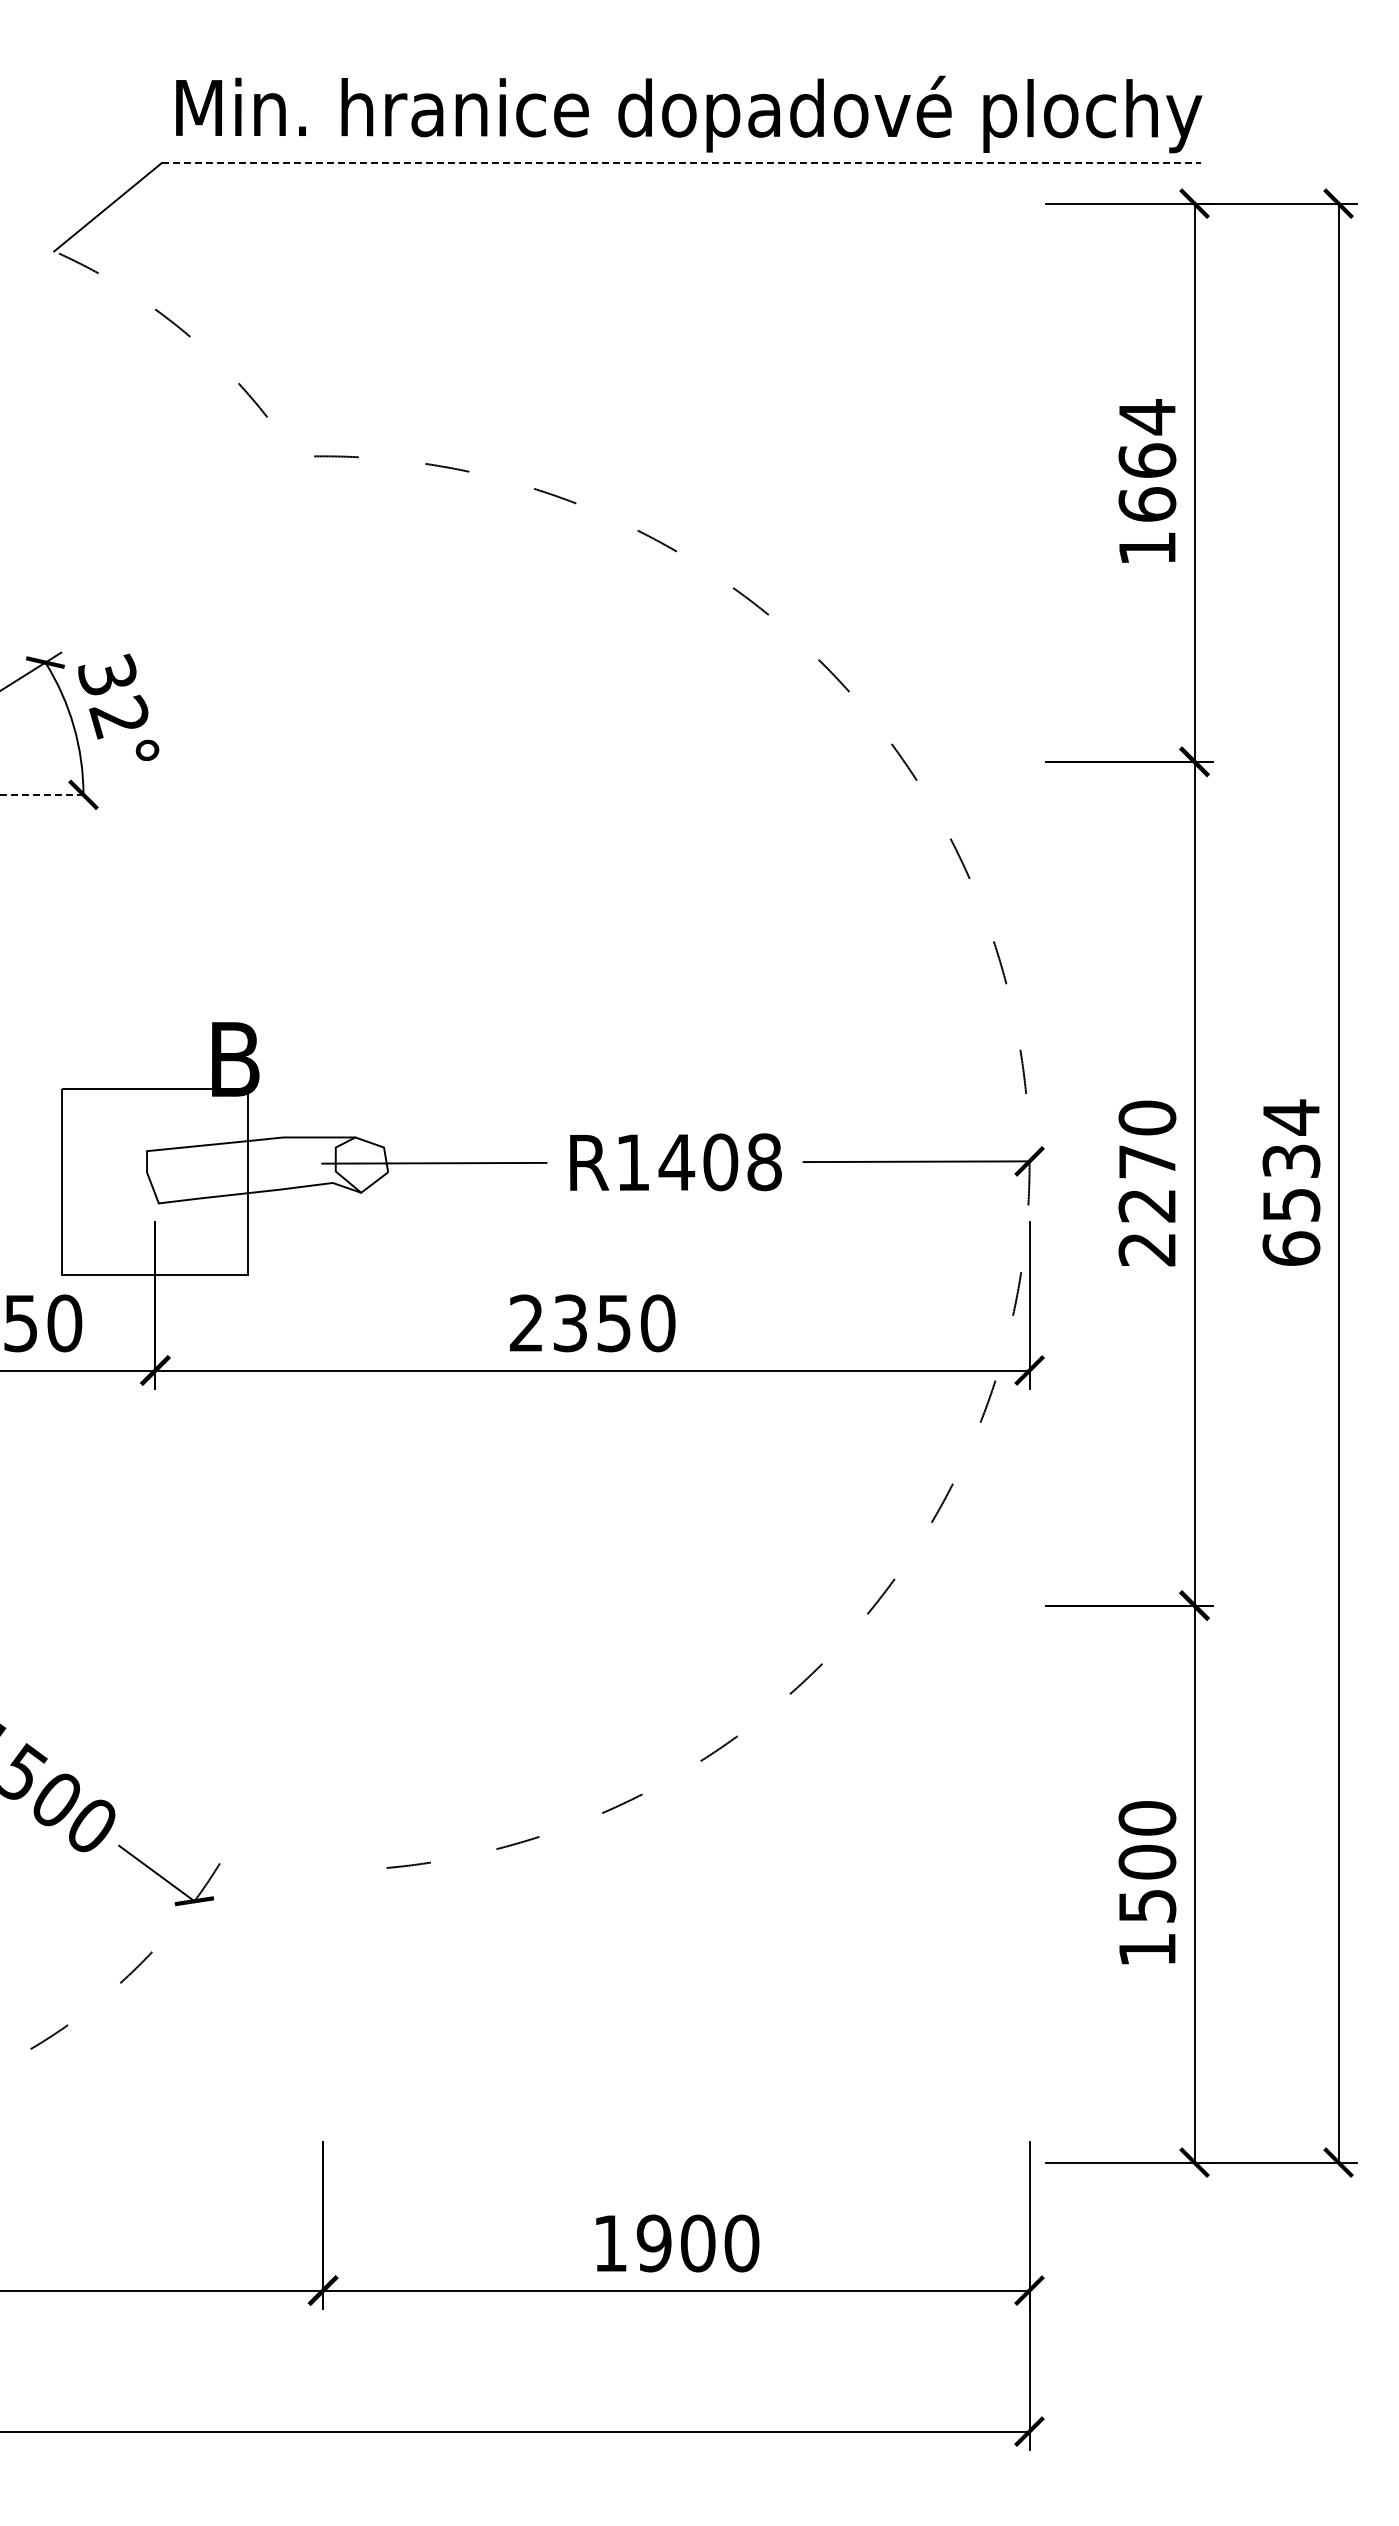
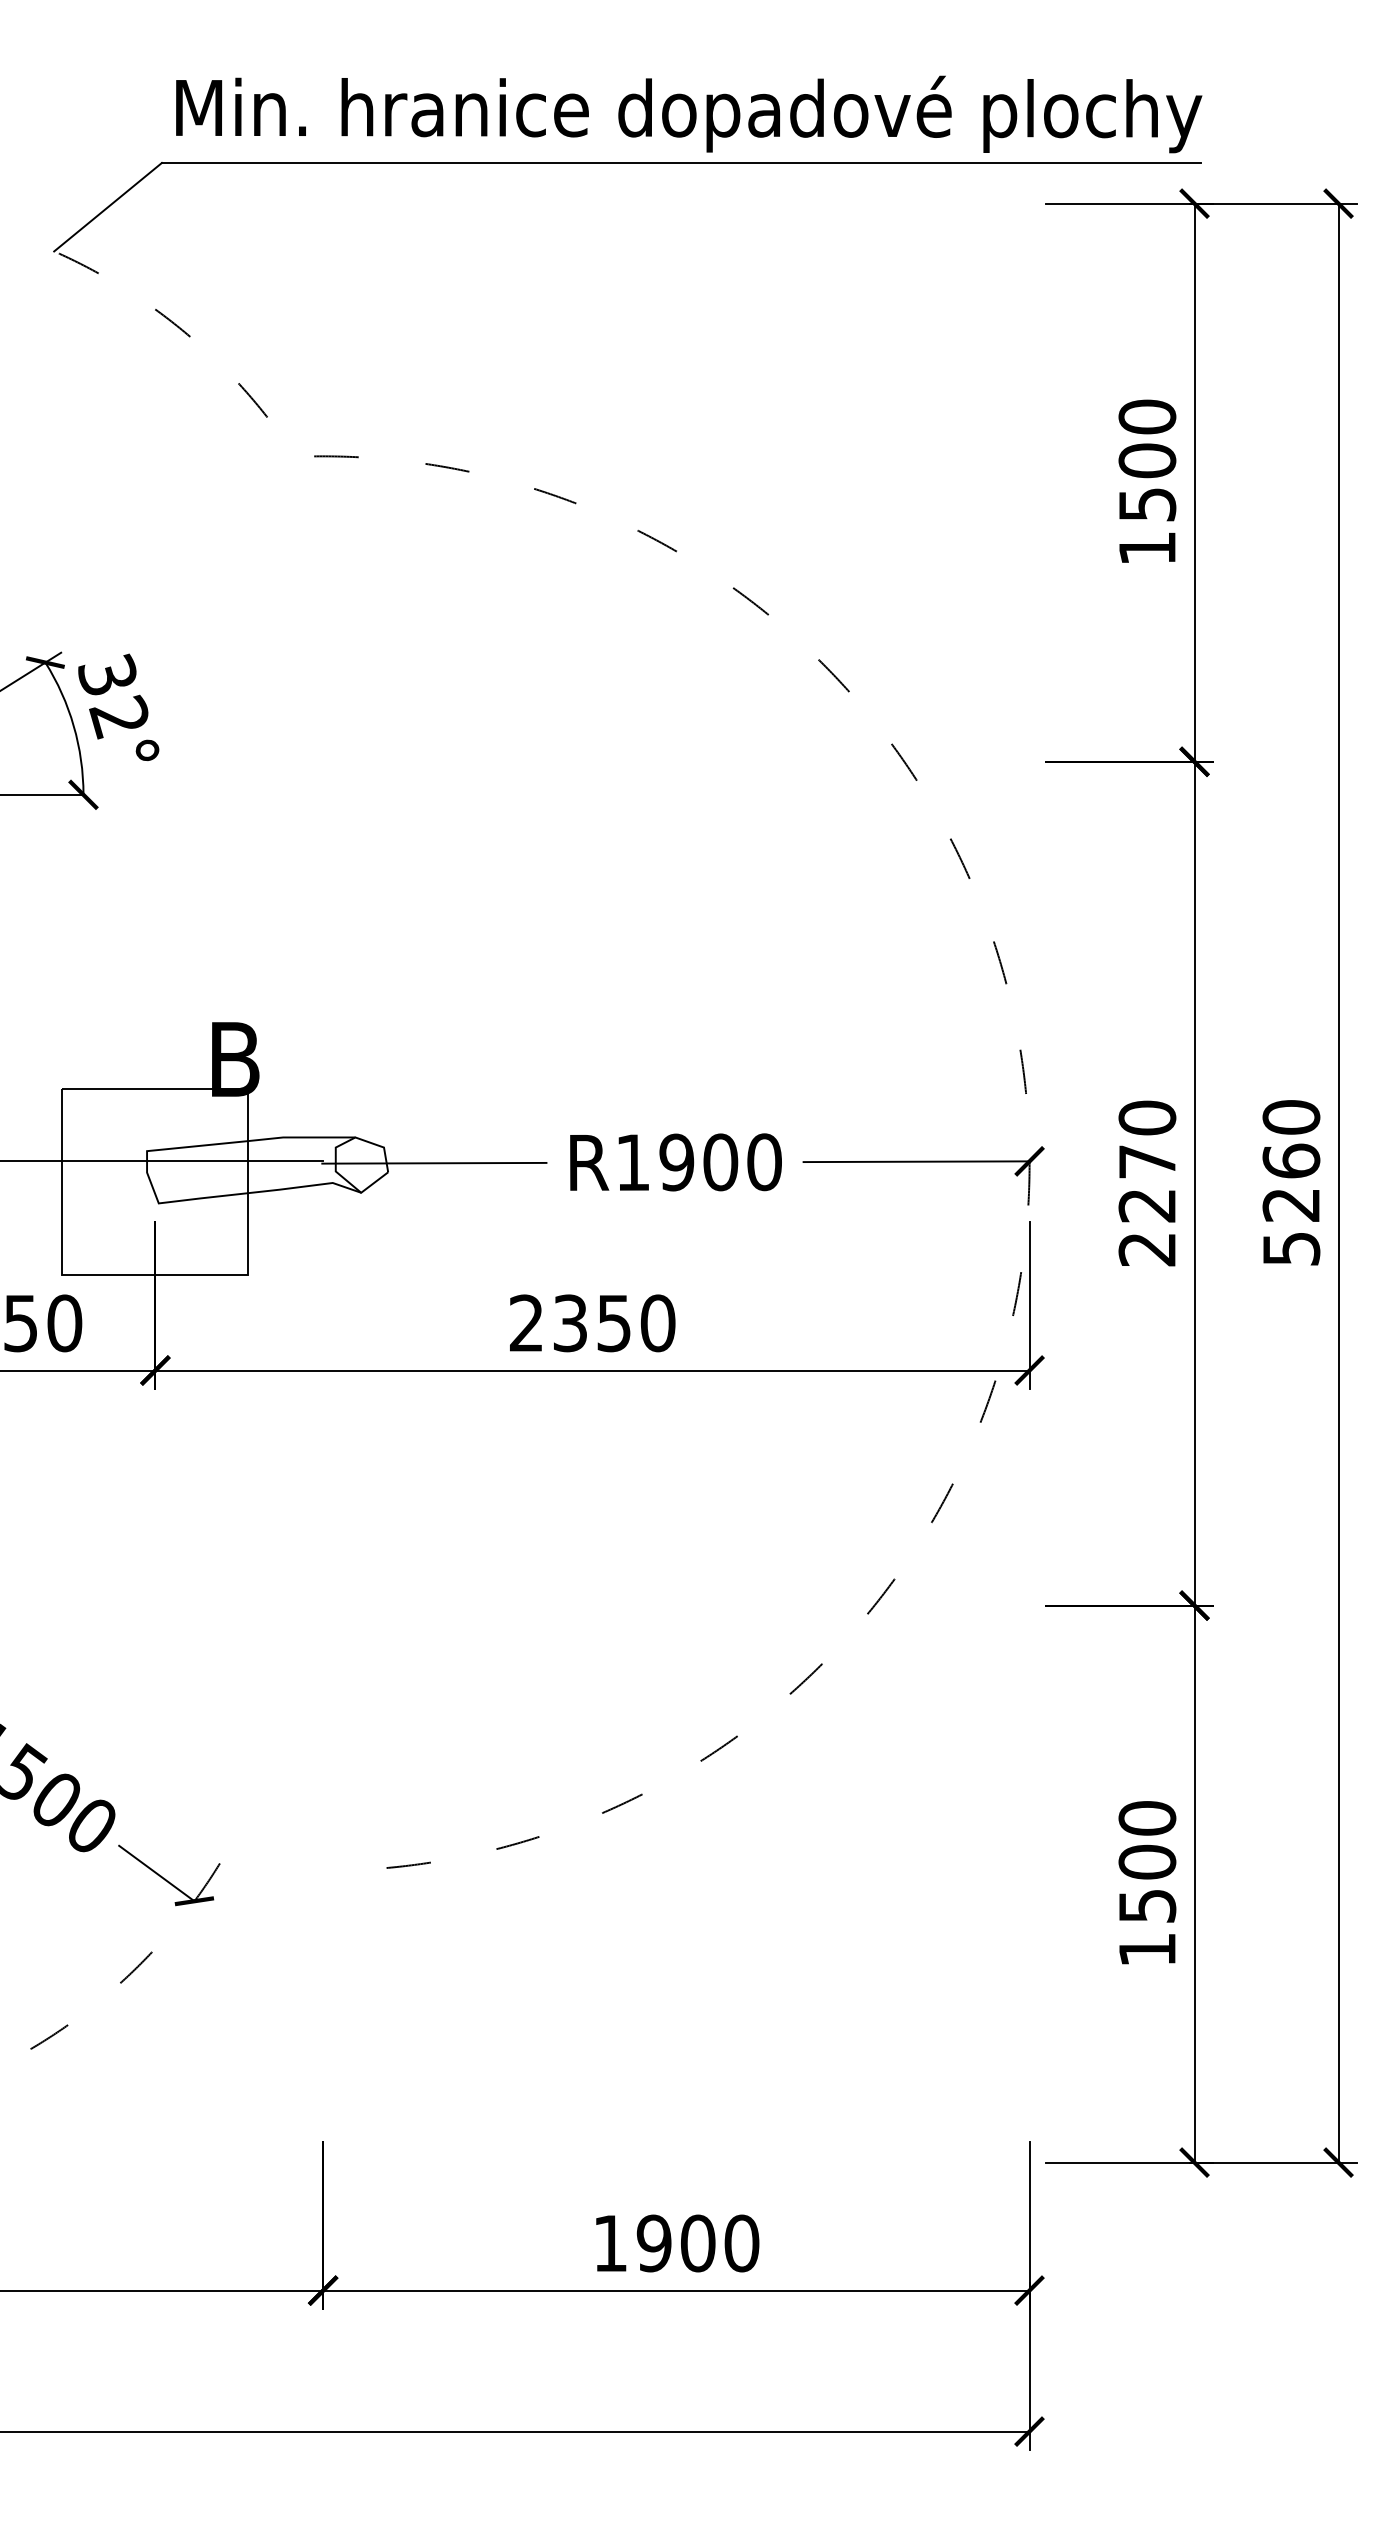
line at (681, 162): dashed -> solid
text at (1147, 460): 1664 -> 1500
line at (42, 794): dashed -> solid
line at (162, 1161): none -> present
text at (719, 1162): R1408 -> R1900
text at (1291, 1182): 6534 -> 5260
